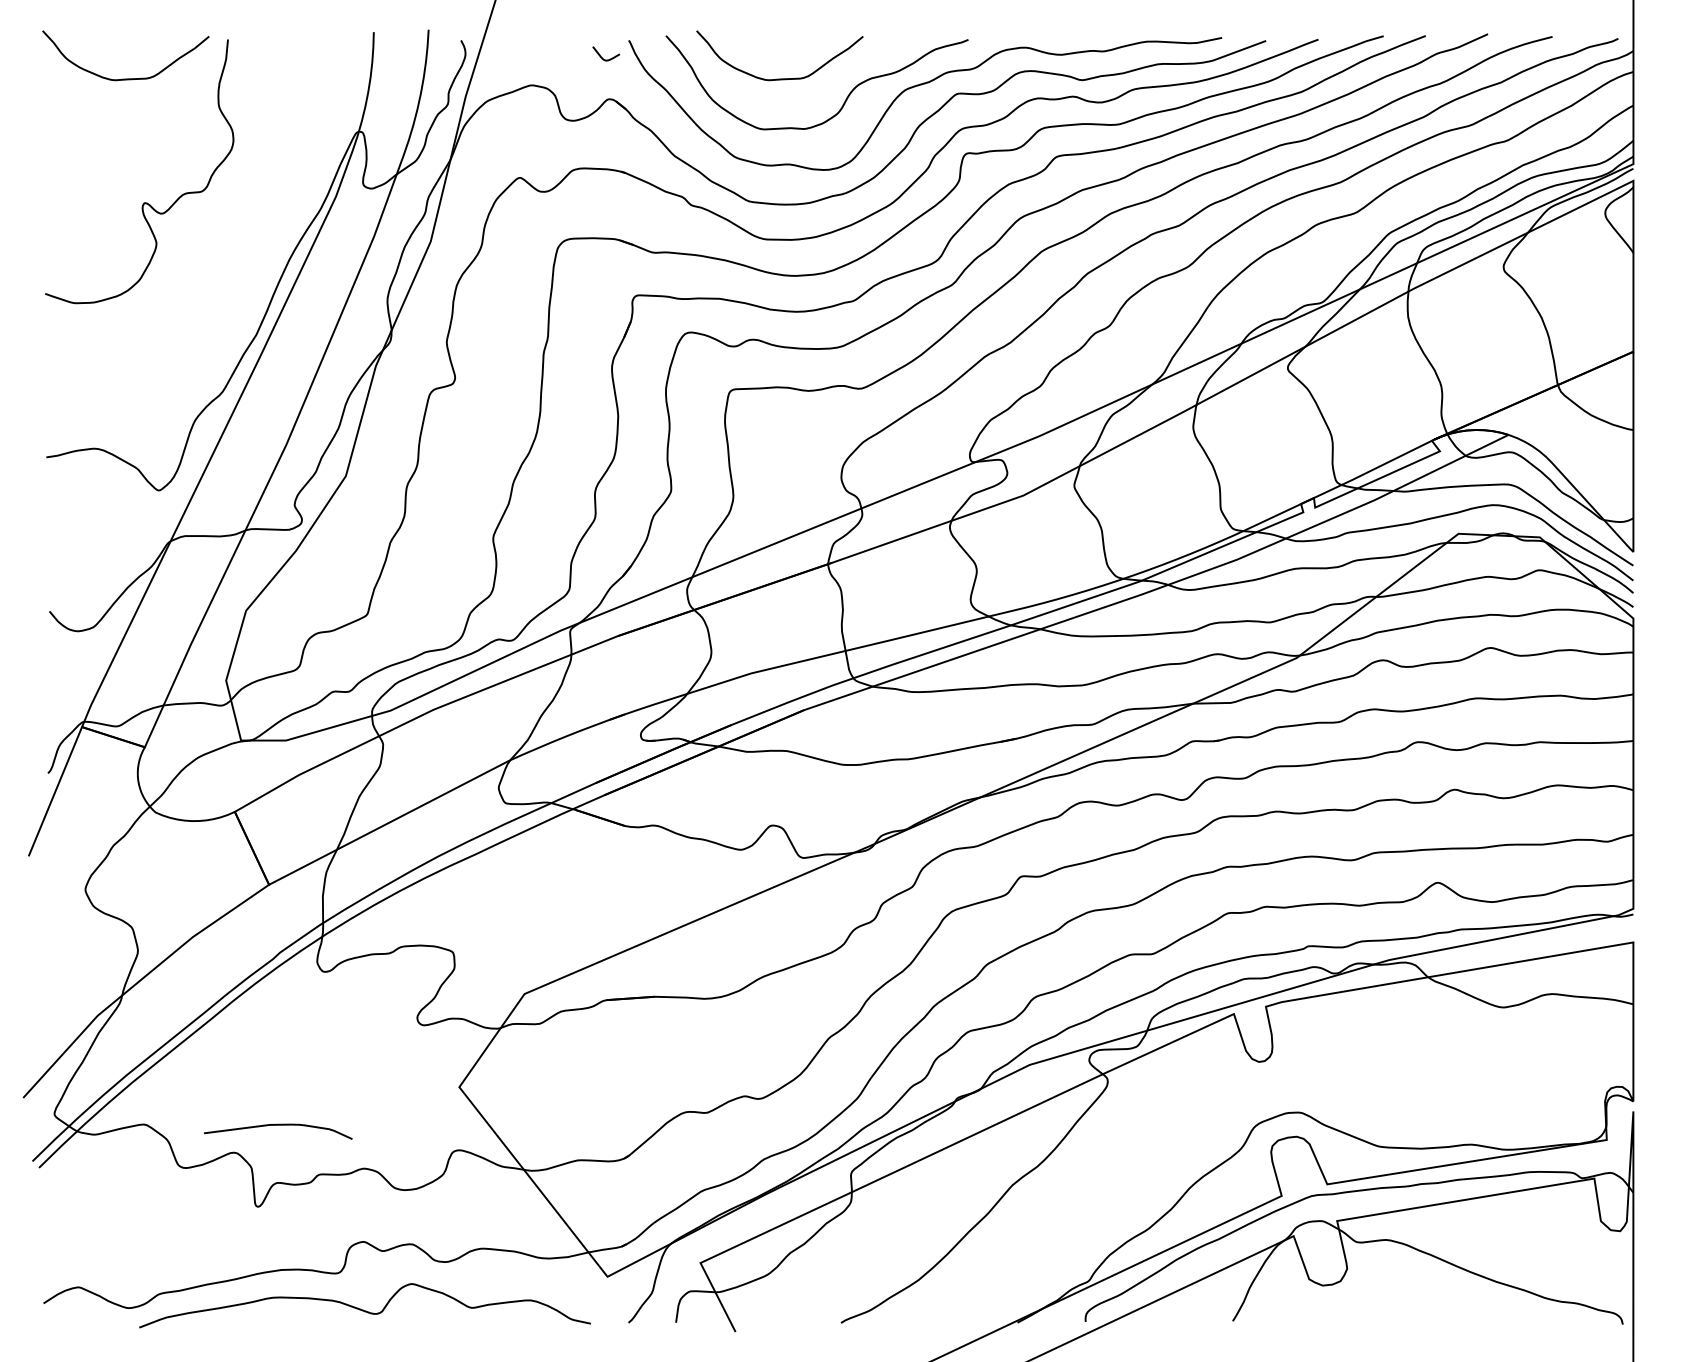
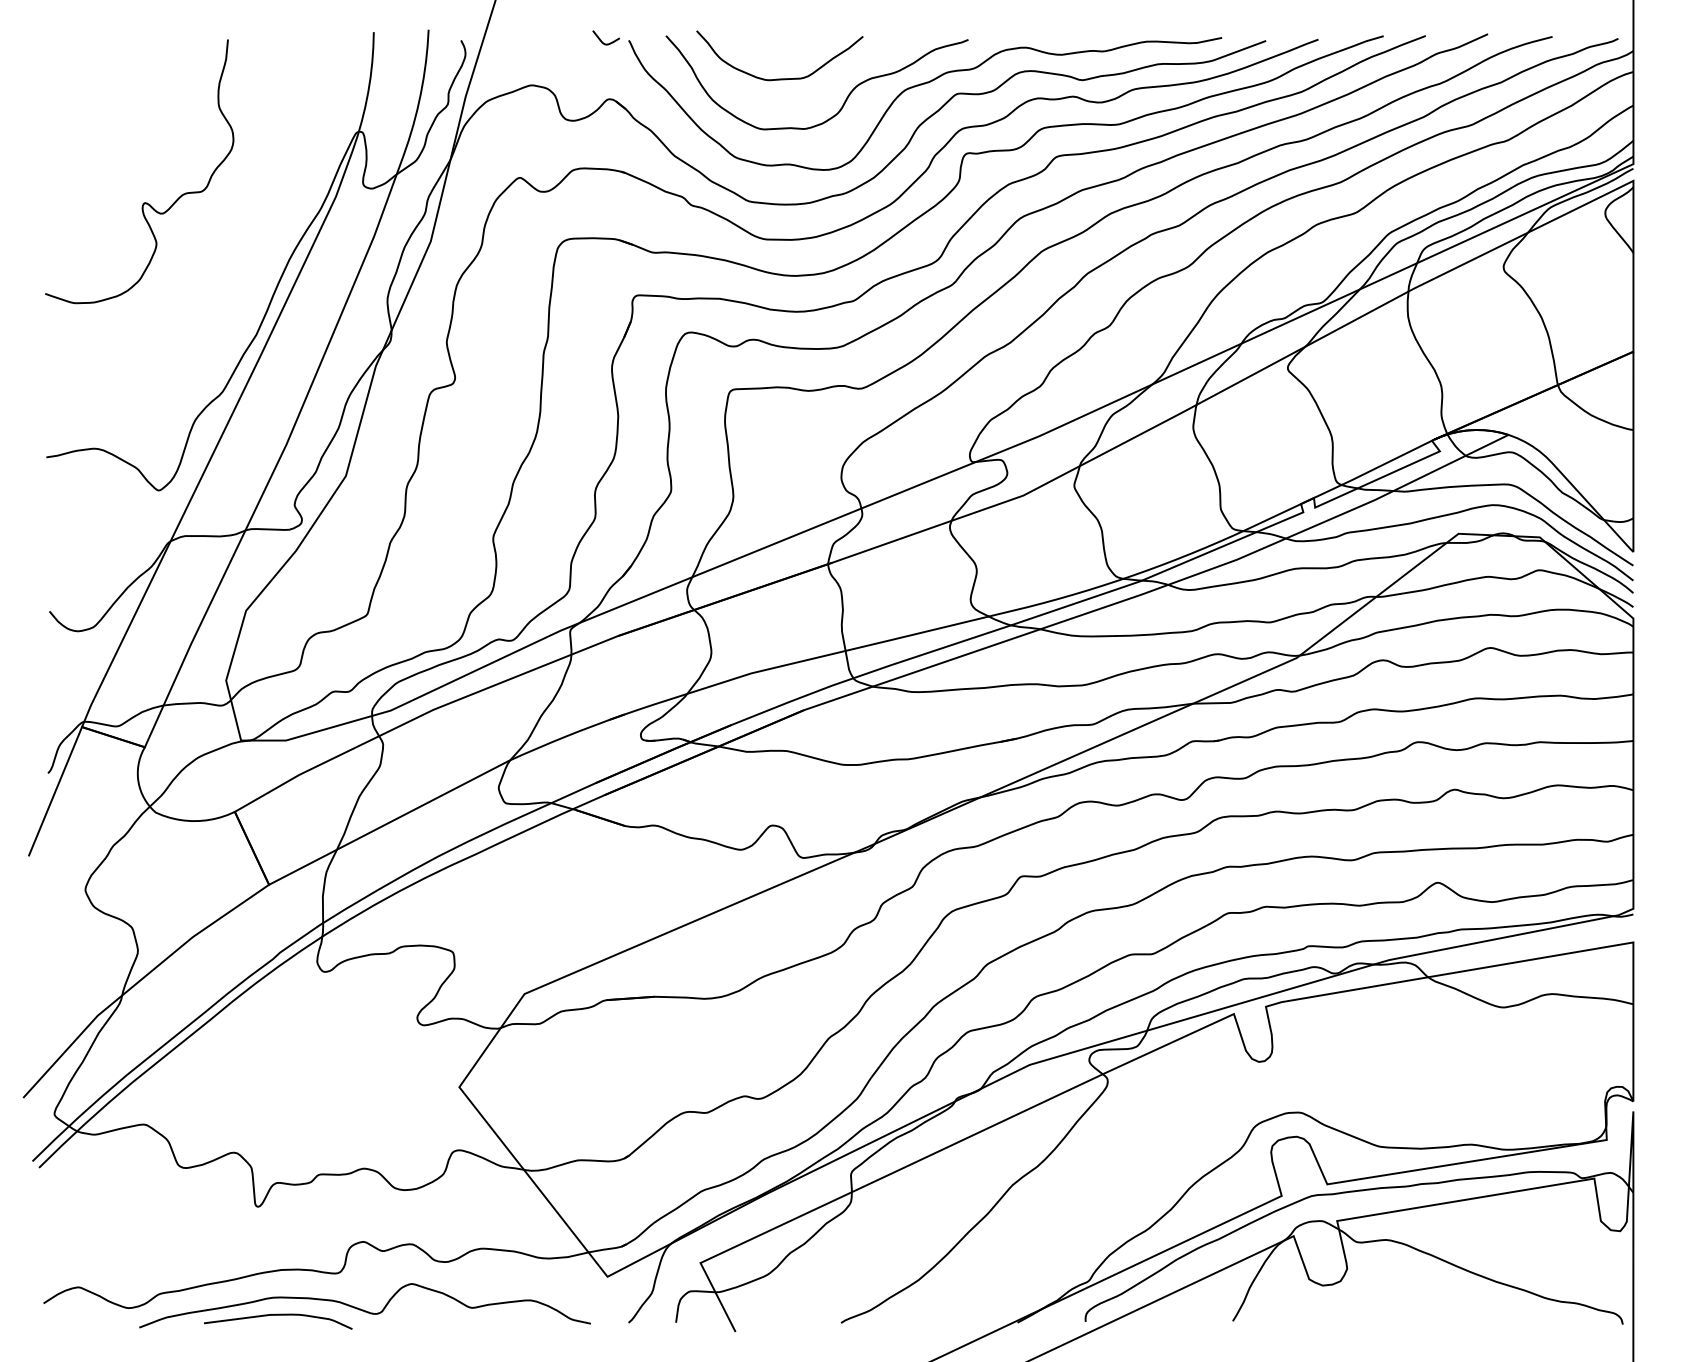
curve at (601, 56) position: (601, 56) -> (601, 40)
curve at (125, 78): present -> none
curve at (278, 1125) position: (278, 1125) -> (278, 1315)
